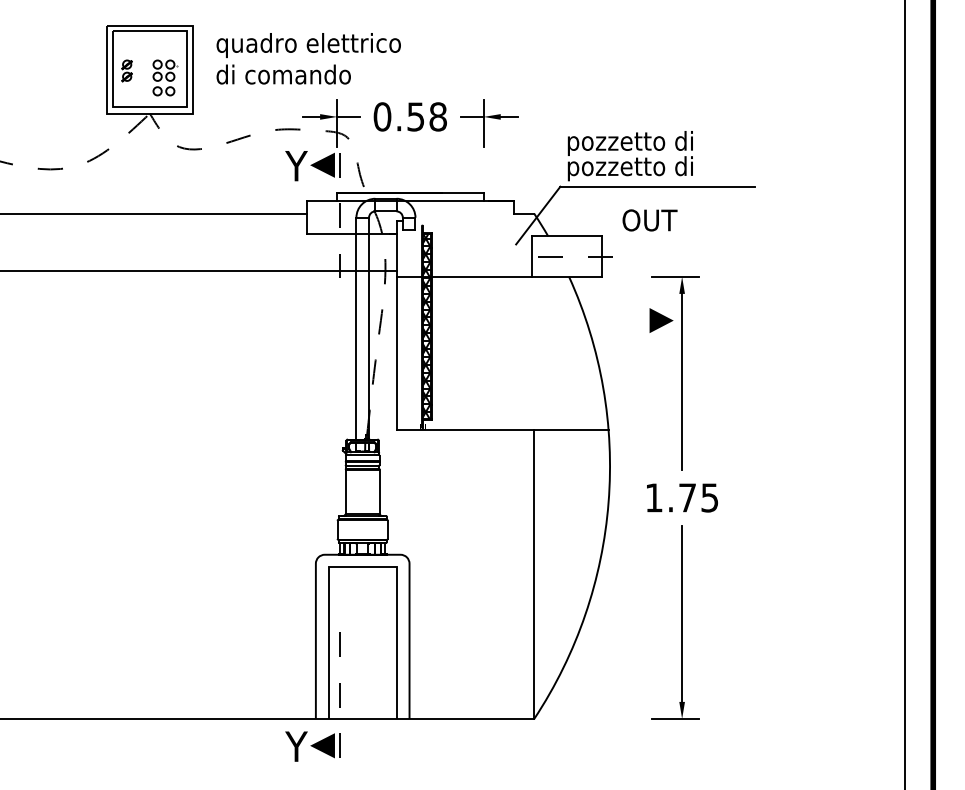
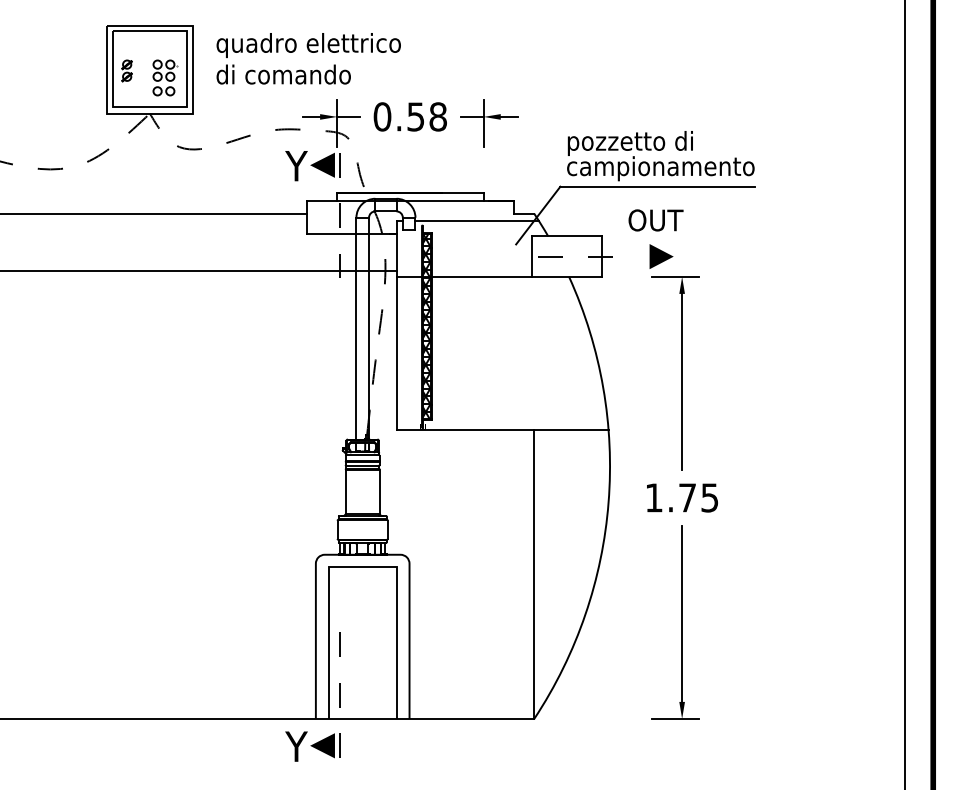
text at (660, 168): pozzetto di -> campionamento
line at (476, 220): none -> present
text at (649, 220) position: (649, 220) -> (655, 220)
line at (661, 320) position: (661, 320) -> (661, 256)
